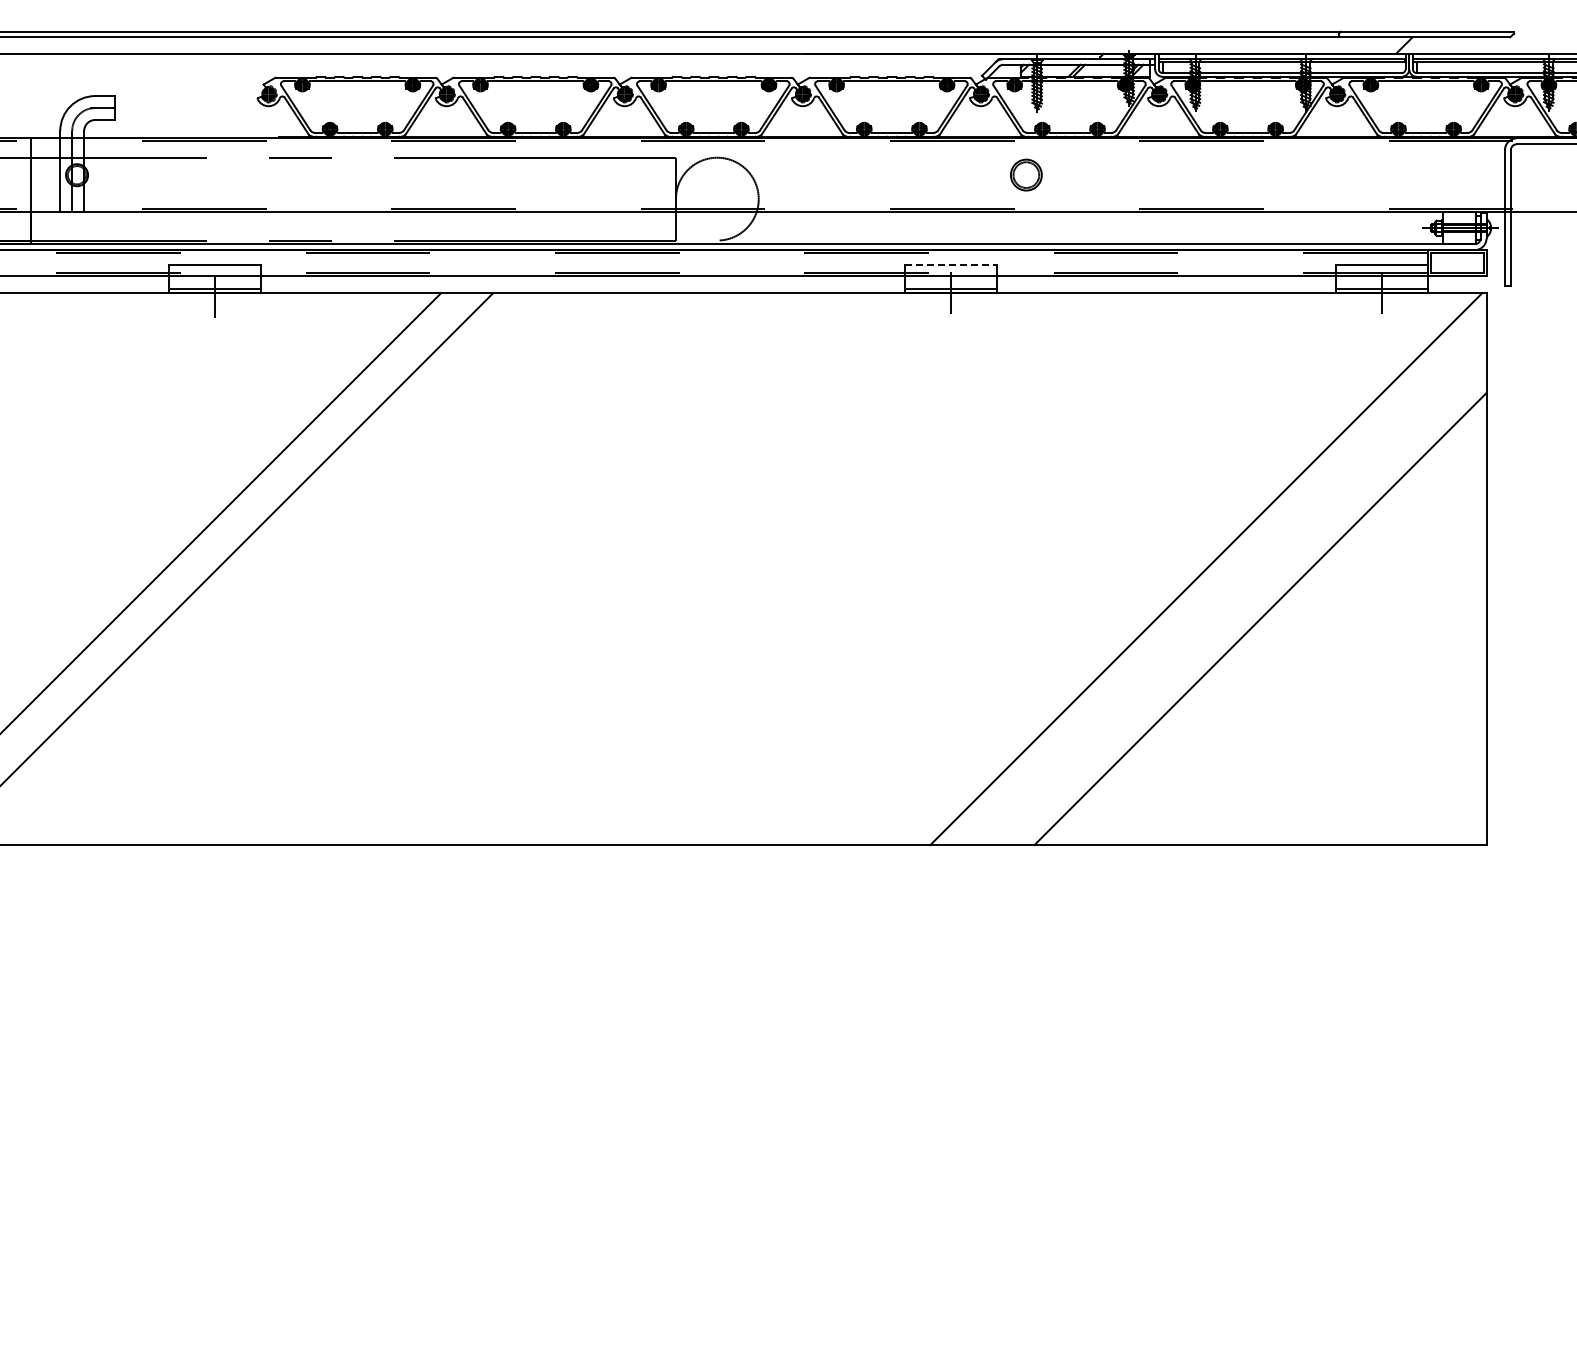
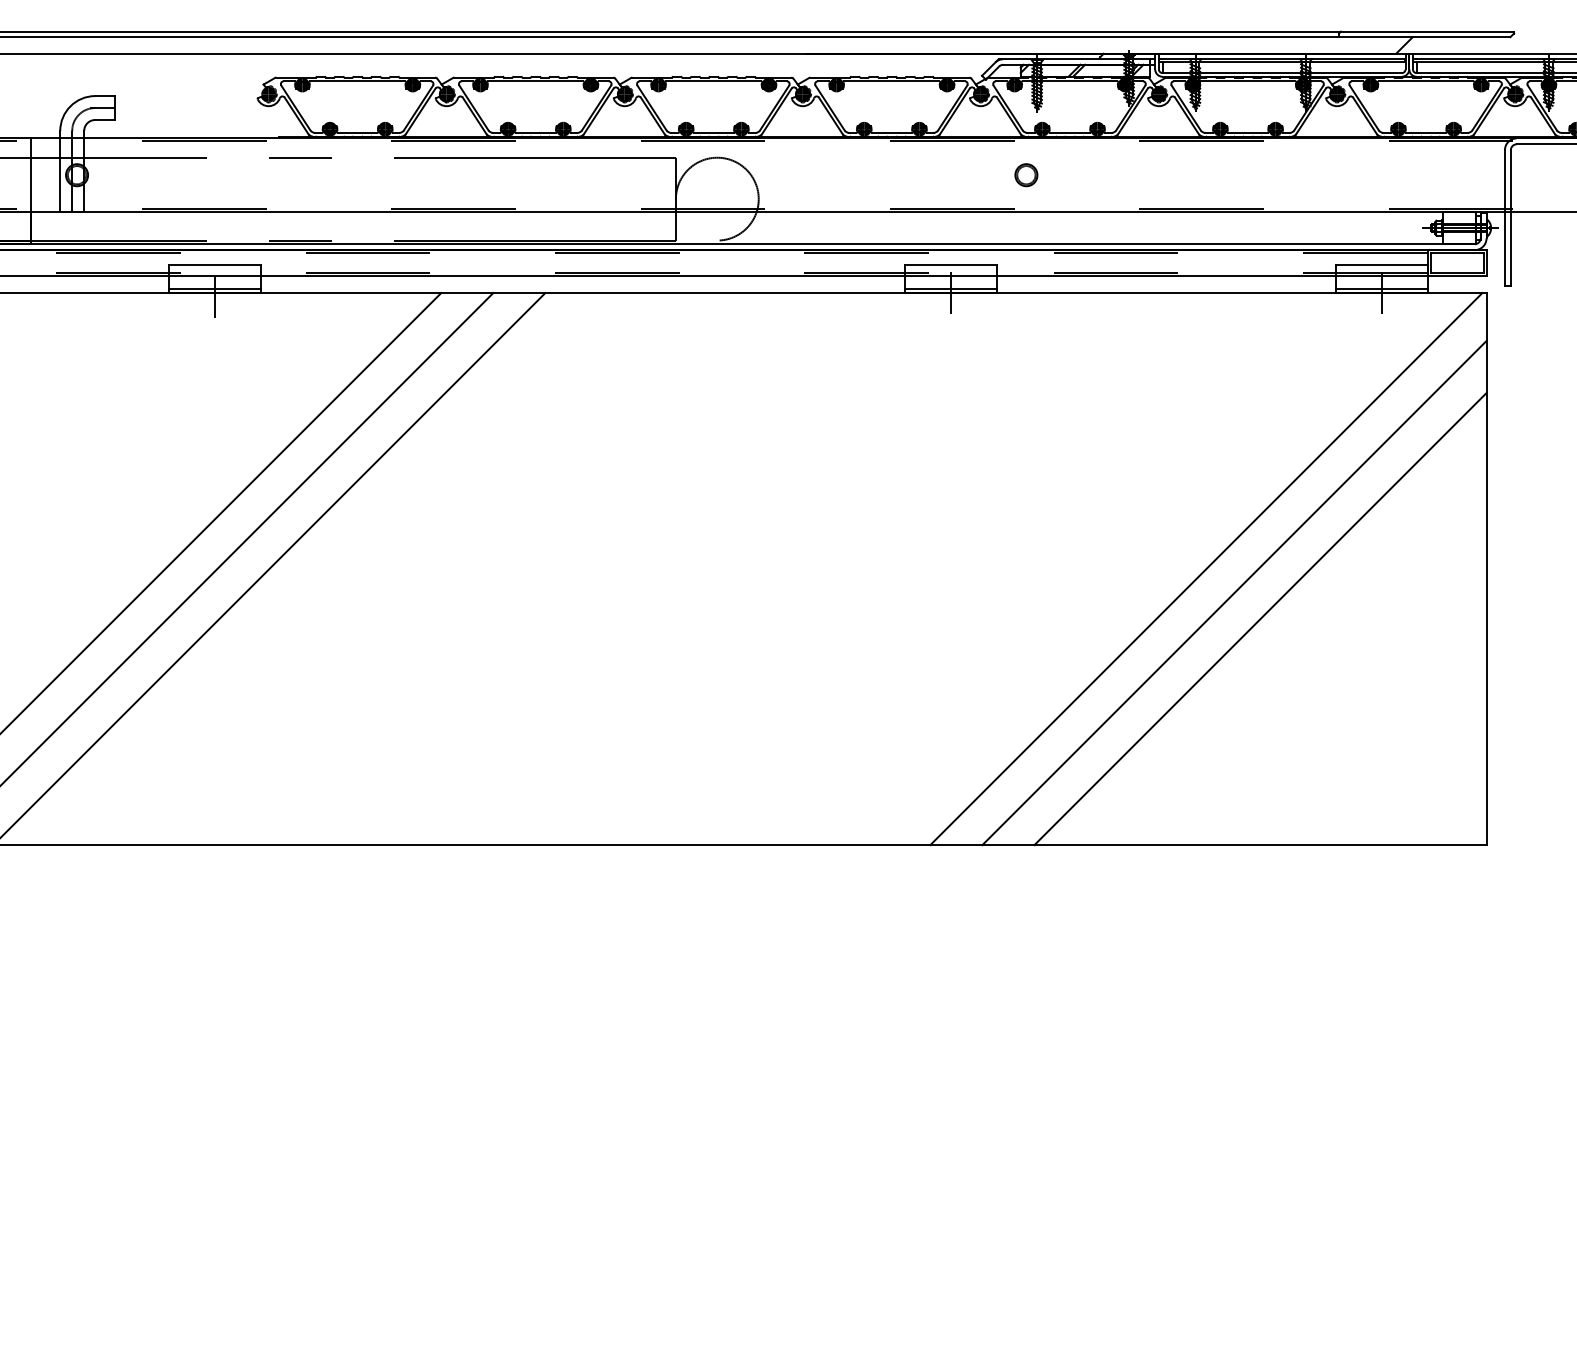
part at (1026, 174) size: 33x34 px -> 25x25 px
line at (951, 265): dashed -> solid
line at (273, 564): none -> present
line at (1234, 592): none -> present
